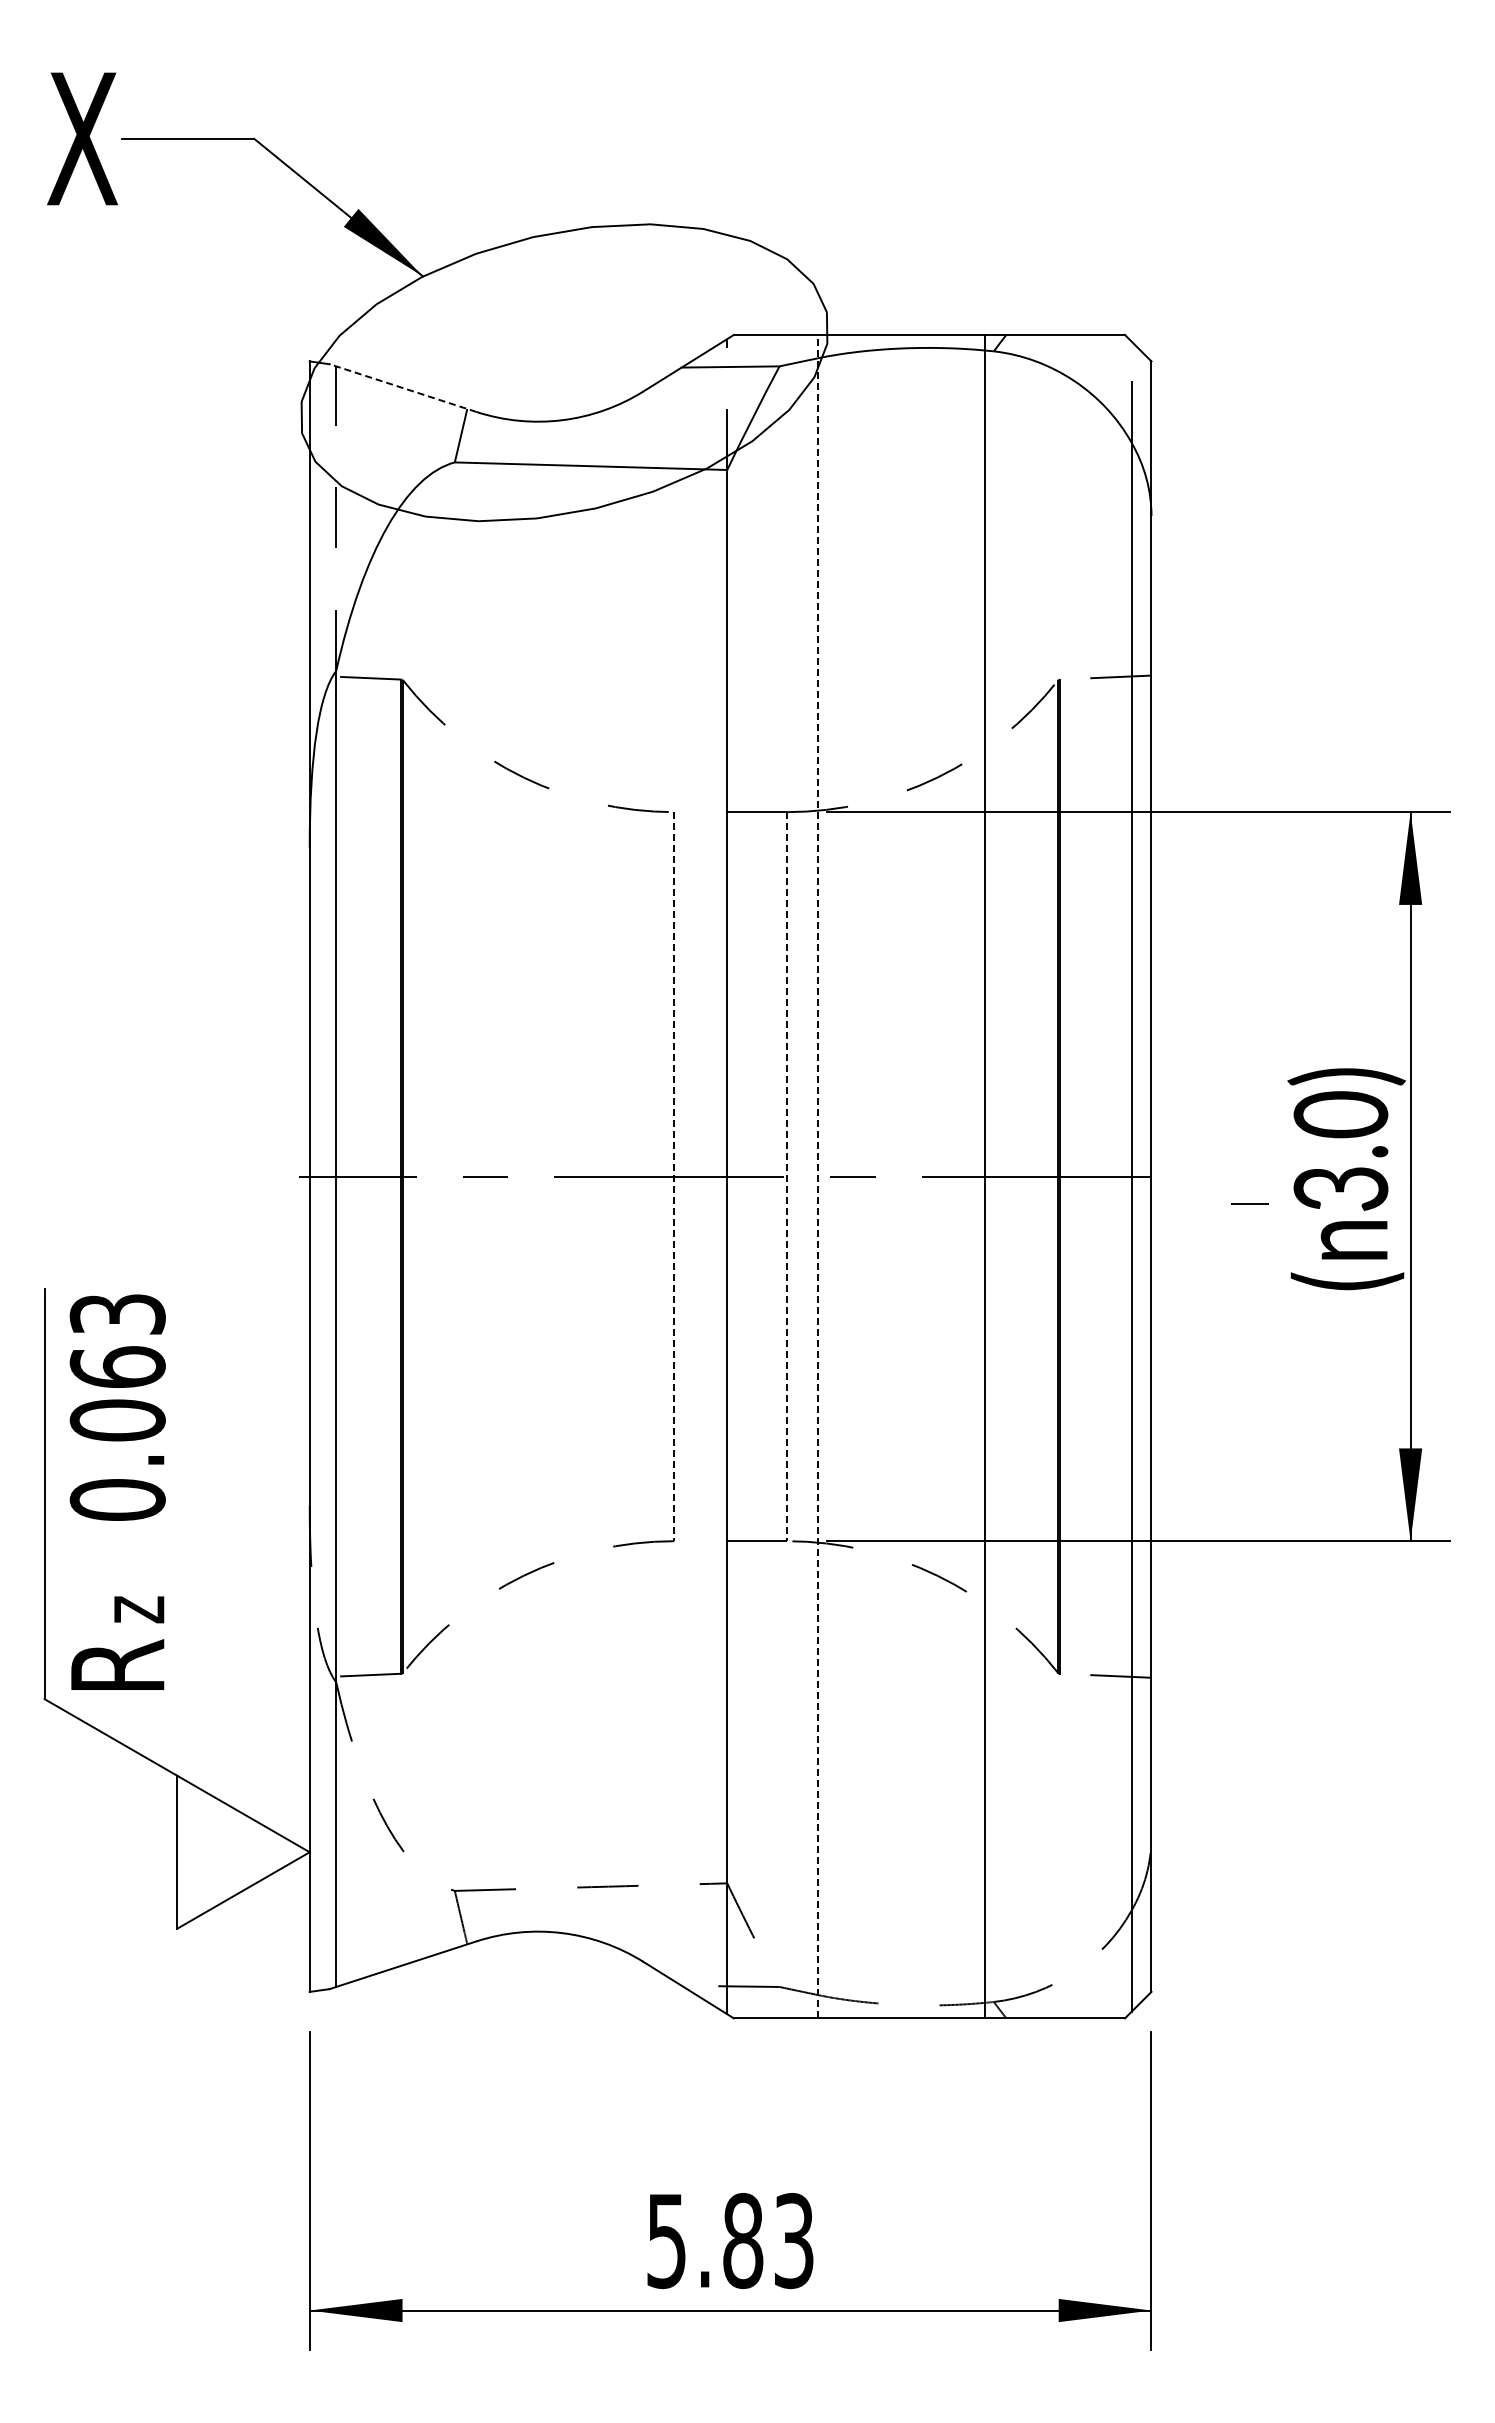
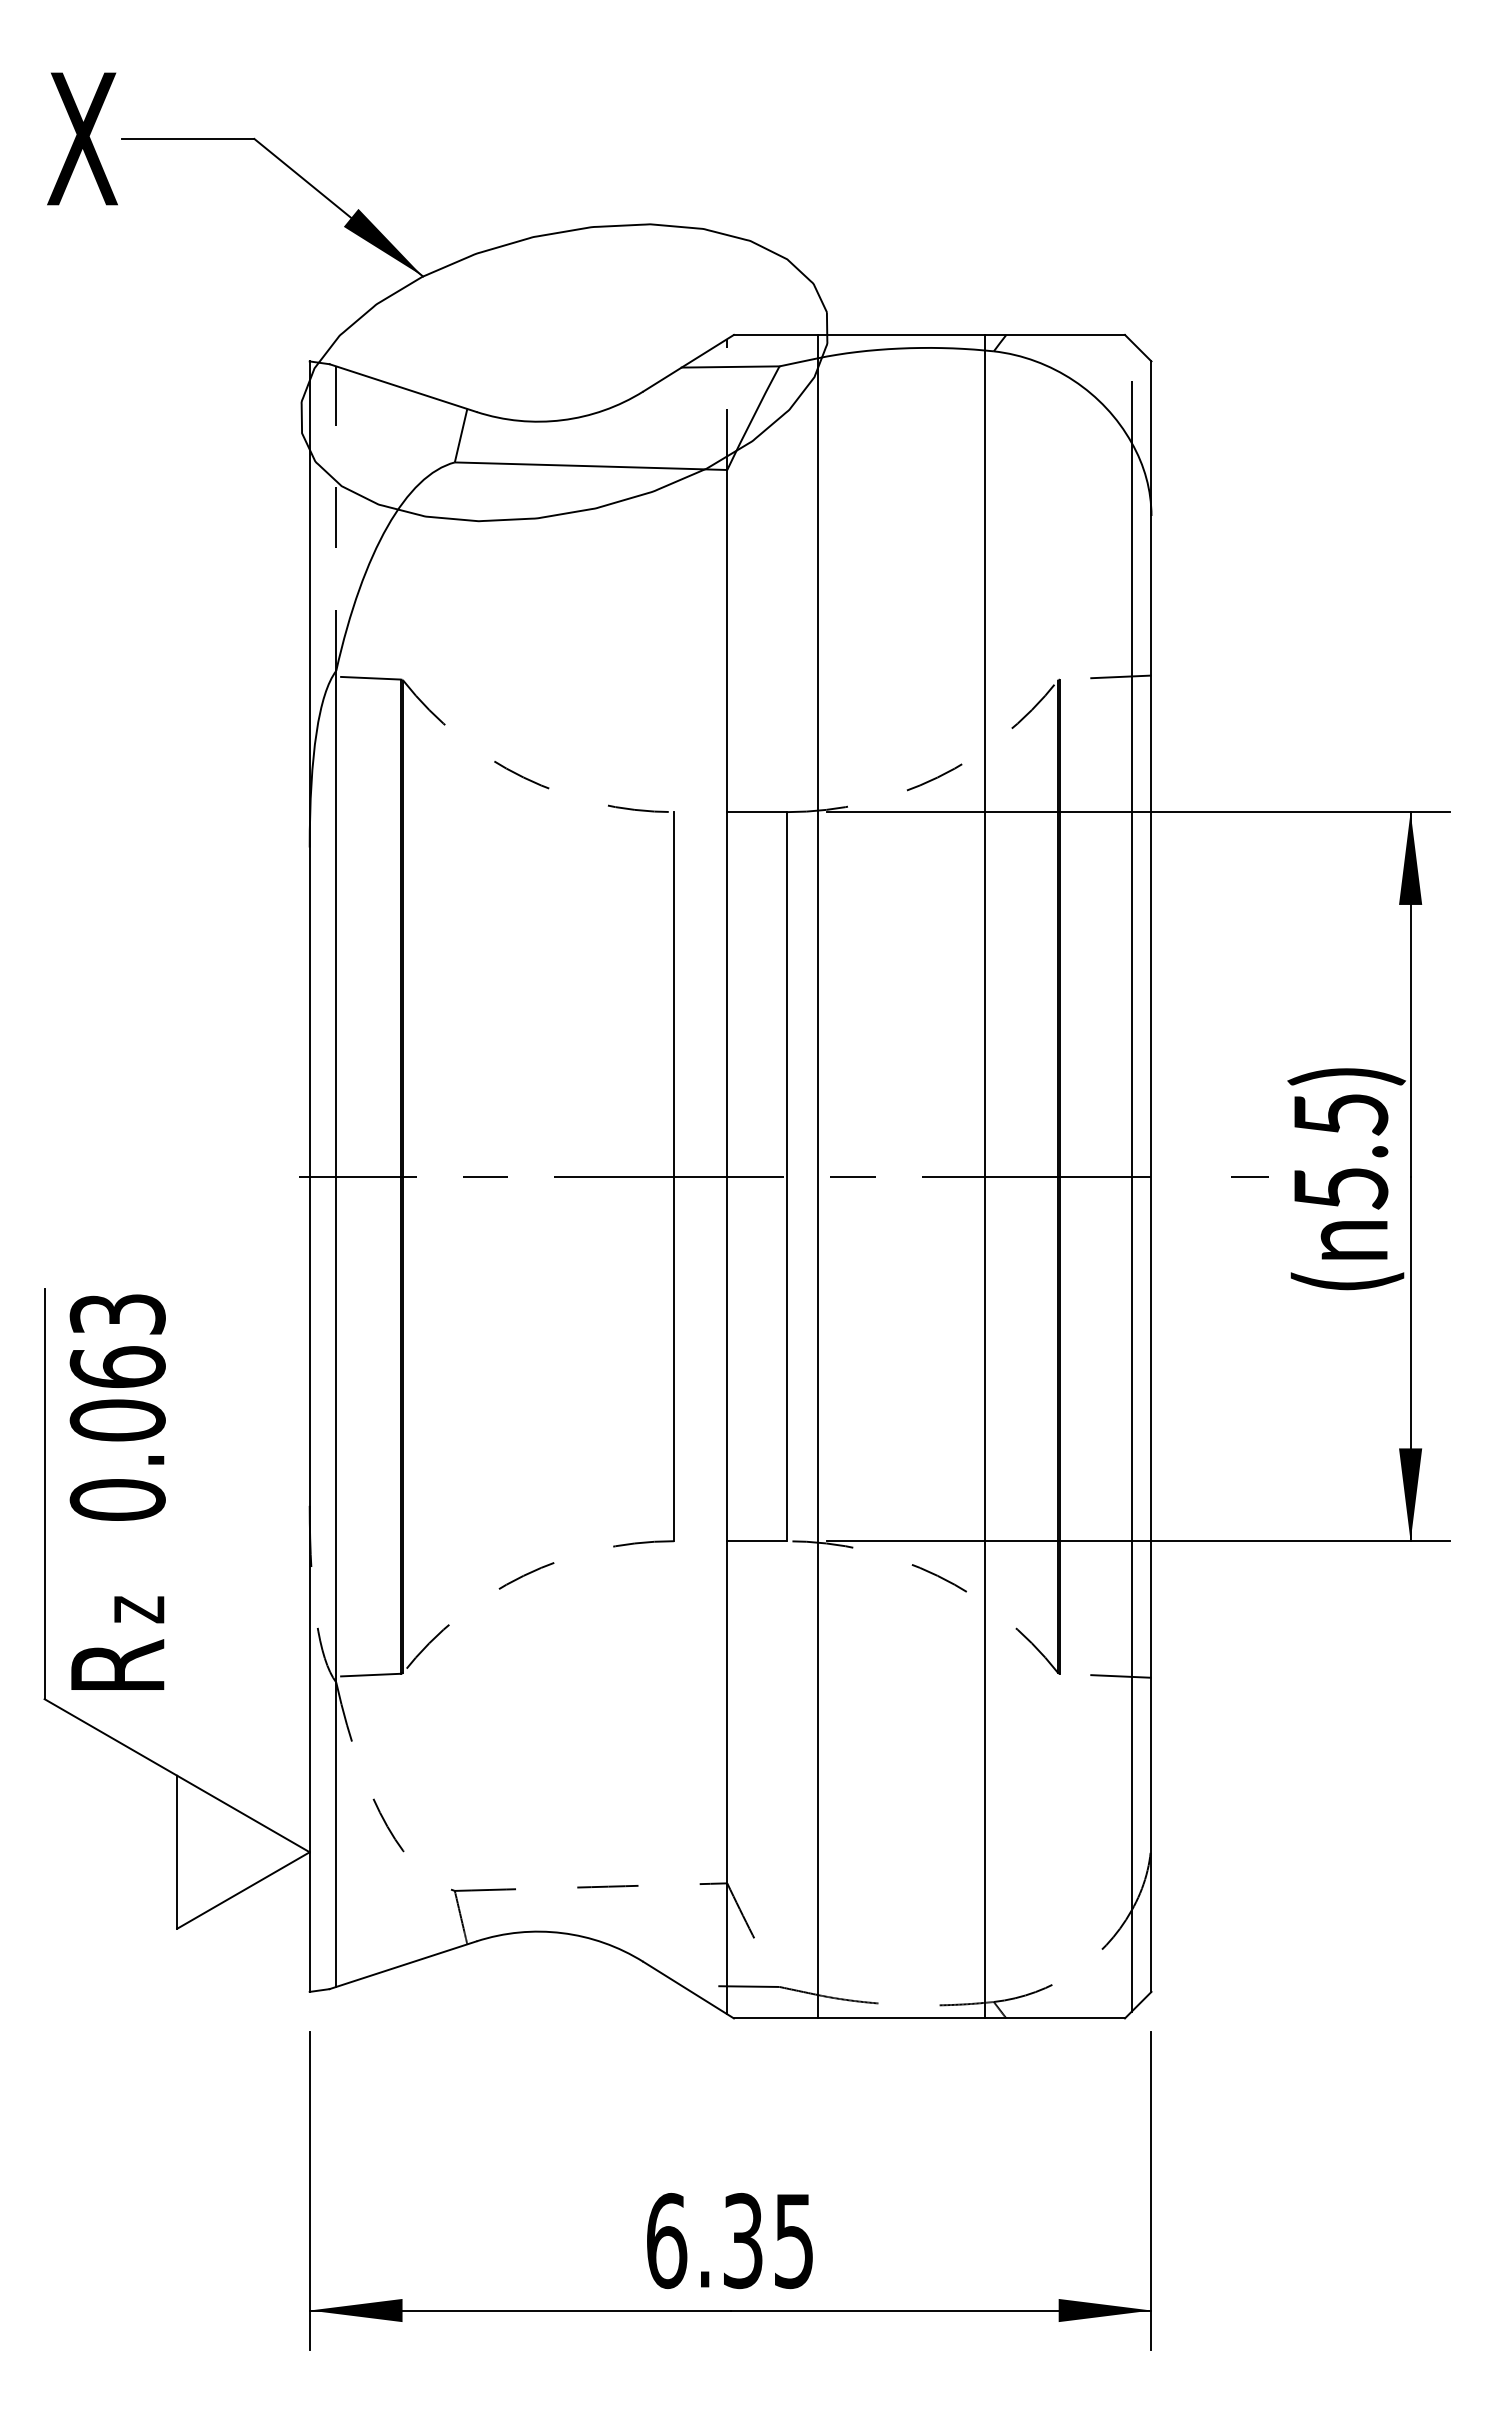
line at (402, 387): dashed -> solid
text at (1340, 1150): 3.0) -> 5.5)
line at (674, 1176): dashed -> solid
line at (787, 1176): dashed -> solid
line at (817, 1176): dashed -> solid
line at (1249, 1203) position: (1249, 1203) -> (1249, 1176)
text at (730, 2240): 5.83 -> 6.35
